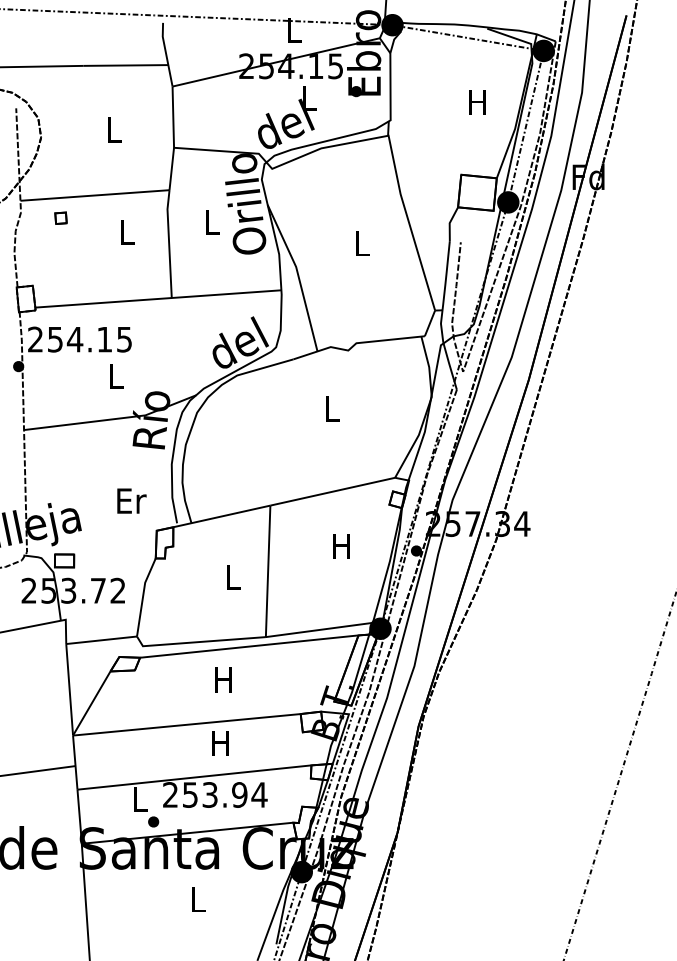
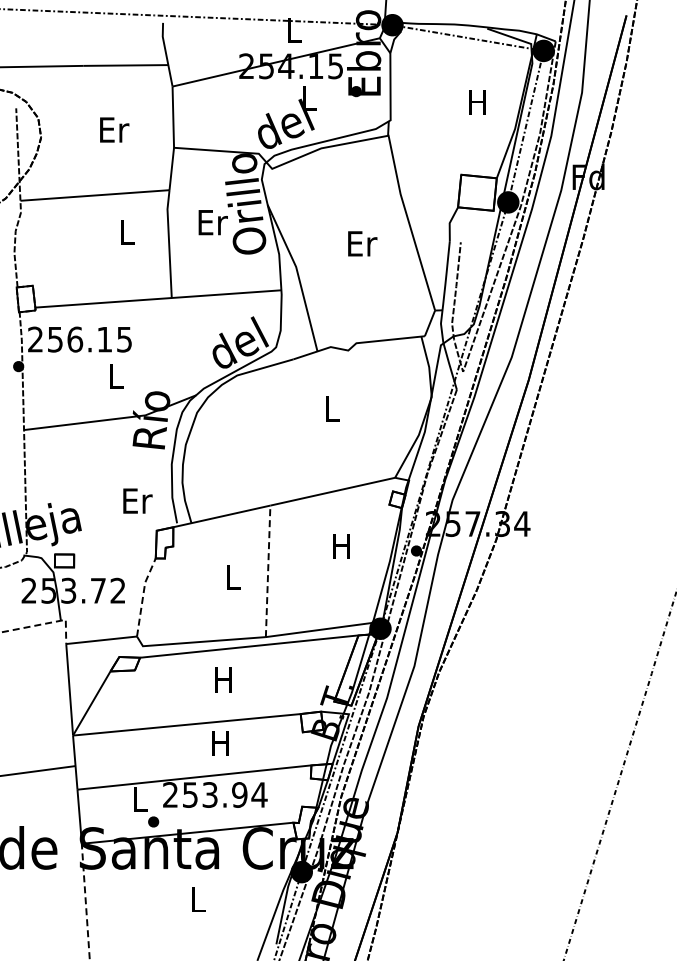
text at (114, 129): L -> Er
part at (60, 217): present -> none
text at (212, 222): L -> Er
text at (362, 243): L -> Er
text at (74, 339): 254.15 -> 256.15
text at (131, 500) position: (131, 500) -> (137, 500)
line at (268, 571): solid -> dashed
line at (143, 595): solid -> dashed
line at (46, 623): solid -> dashed
line at (85, 901): solid -> dashed
